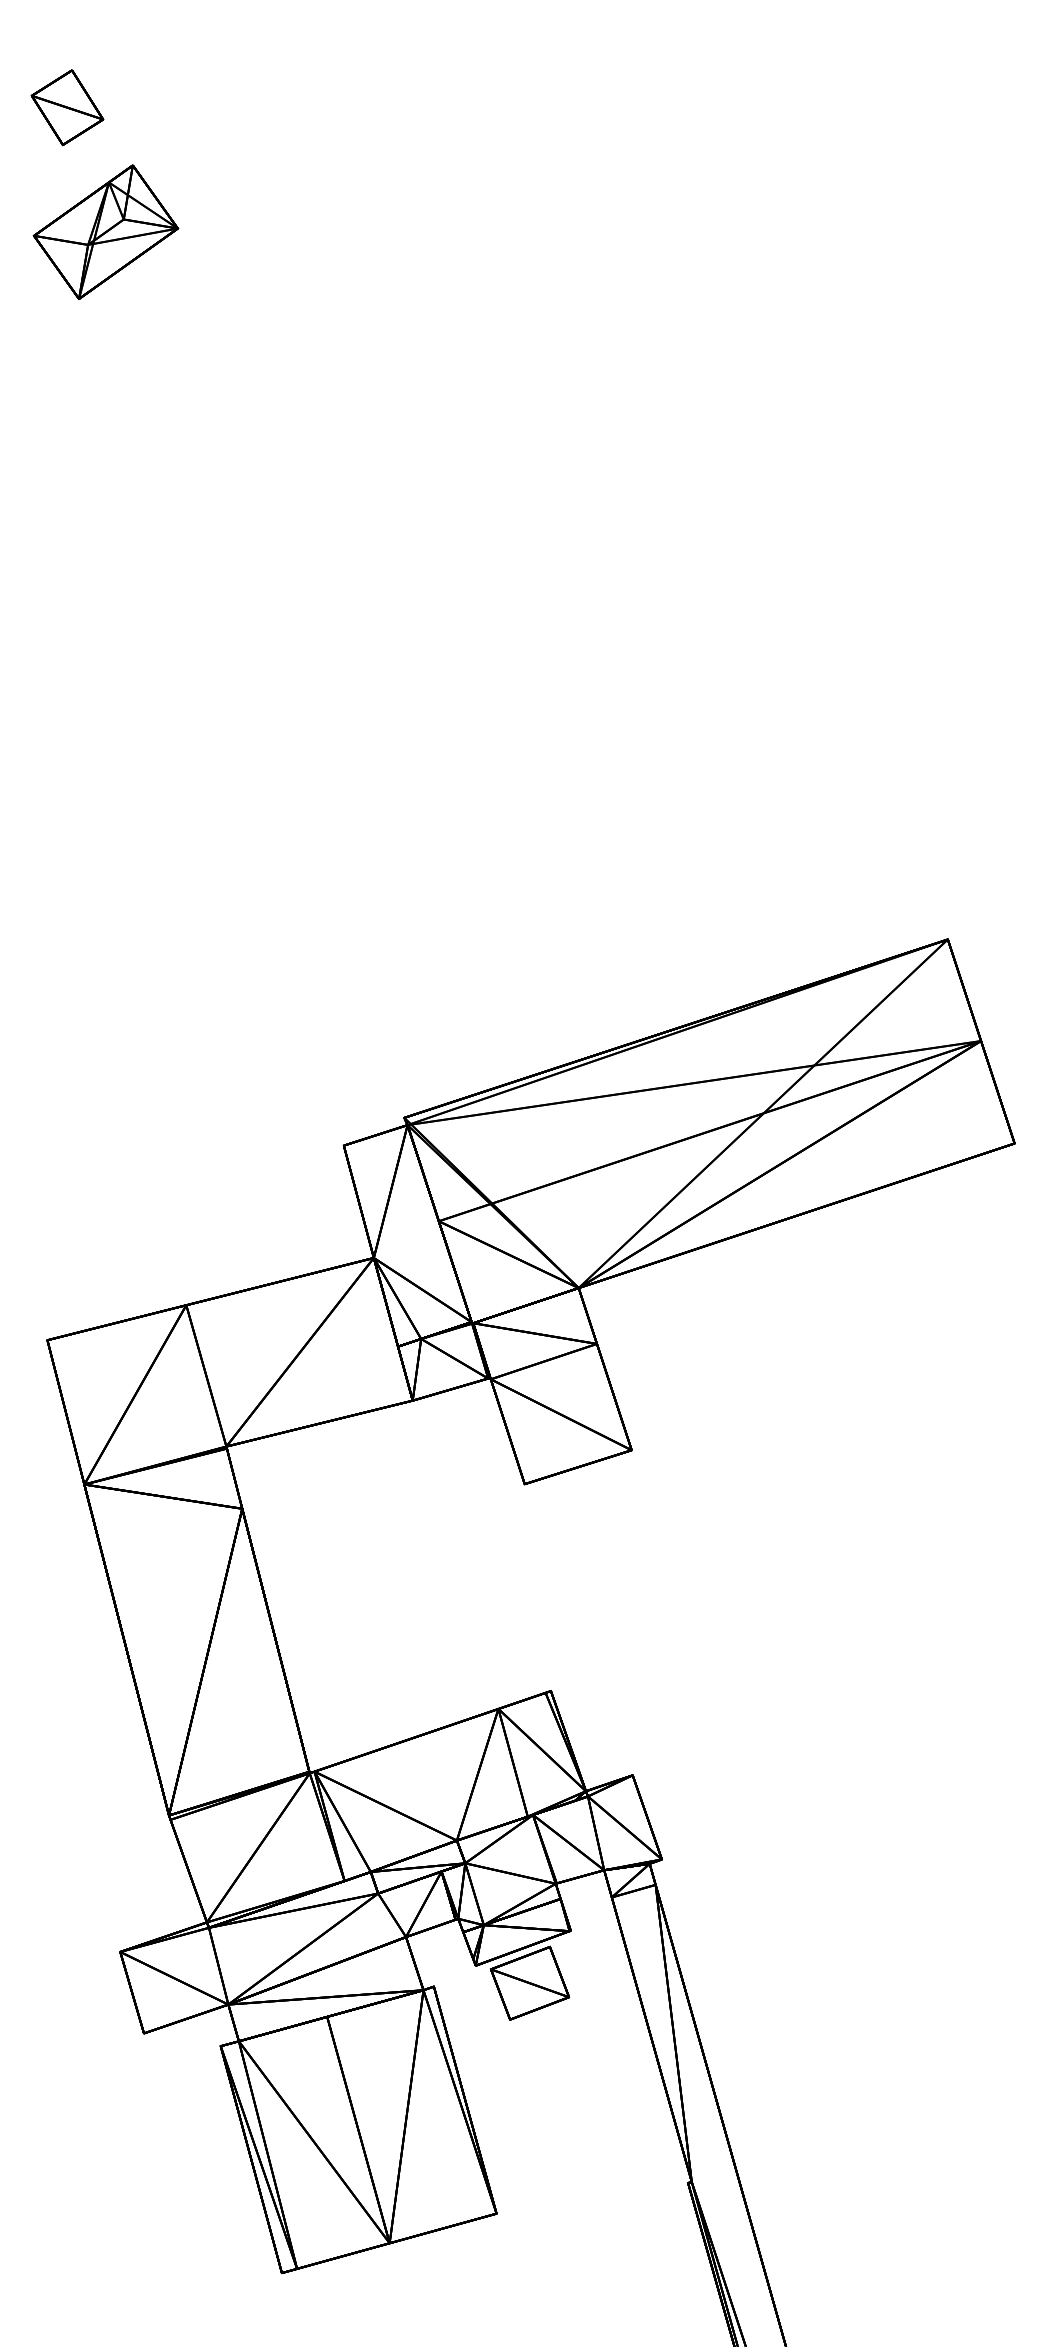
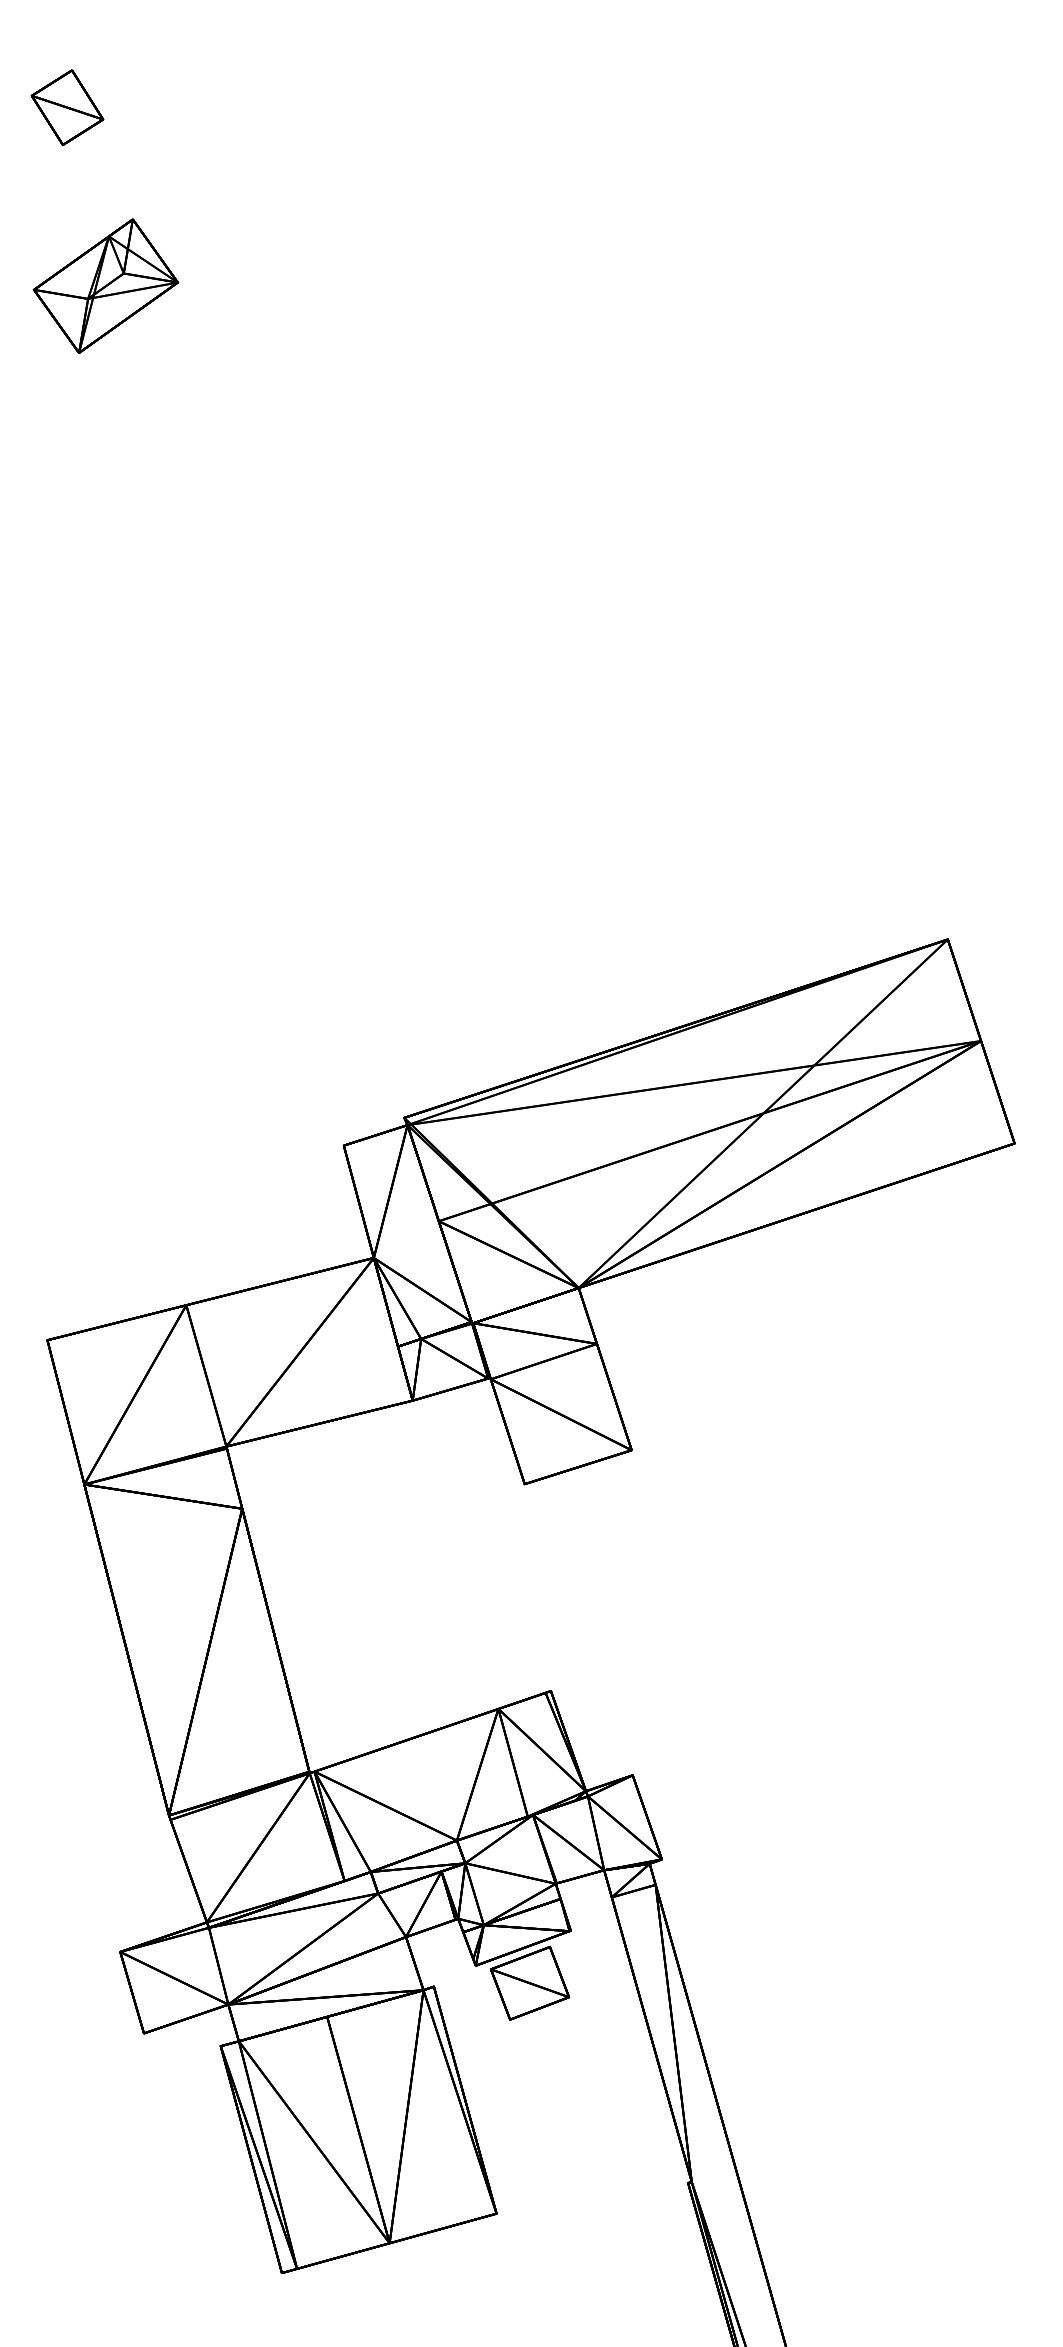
part at (105, 231) position: (105, 231) -> (105, 285)
